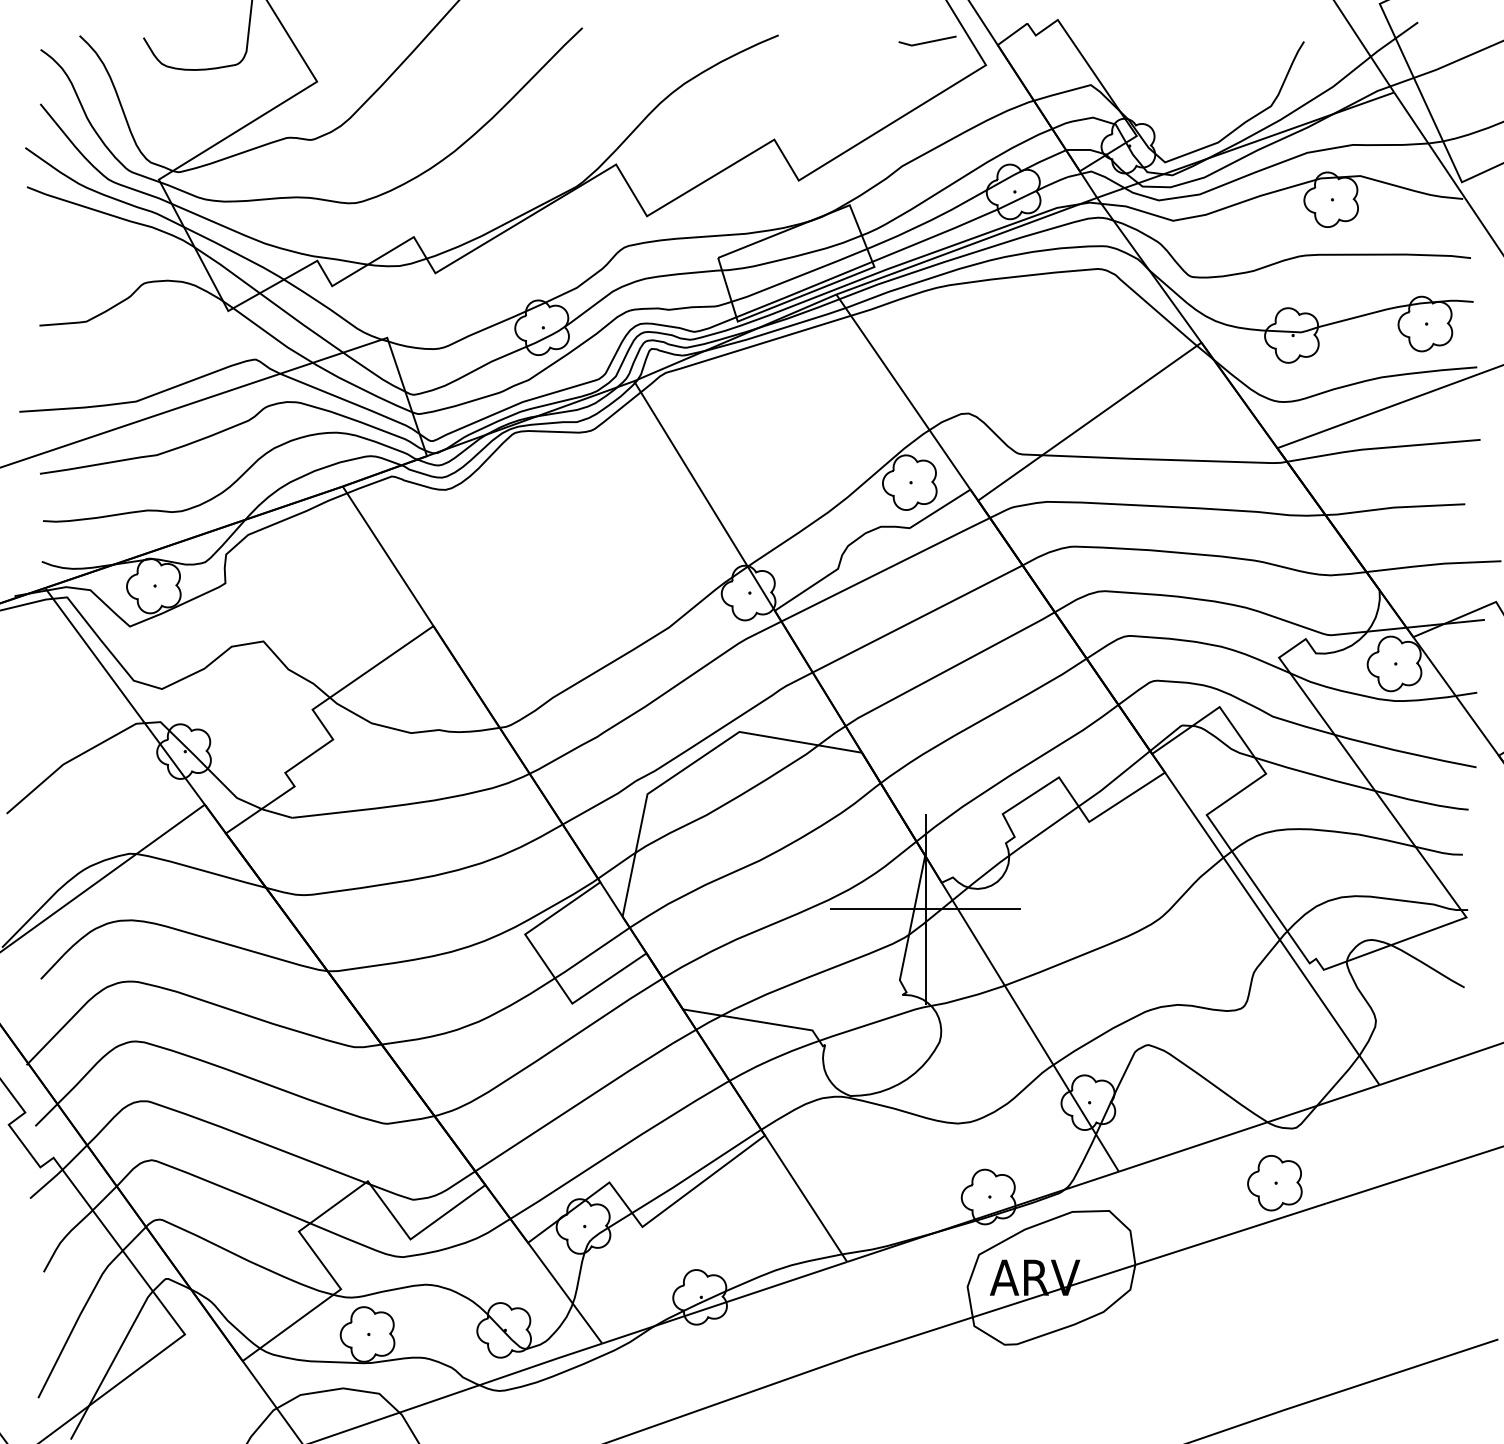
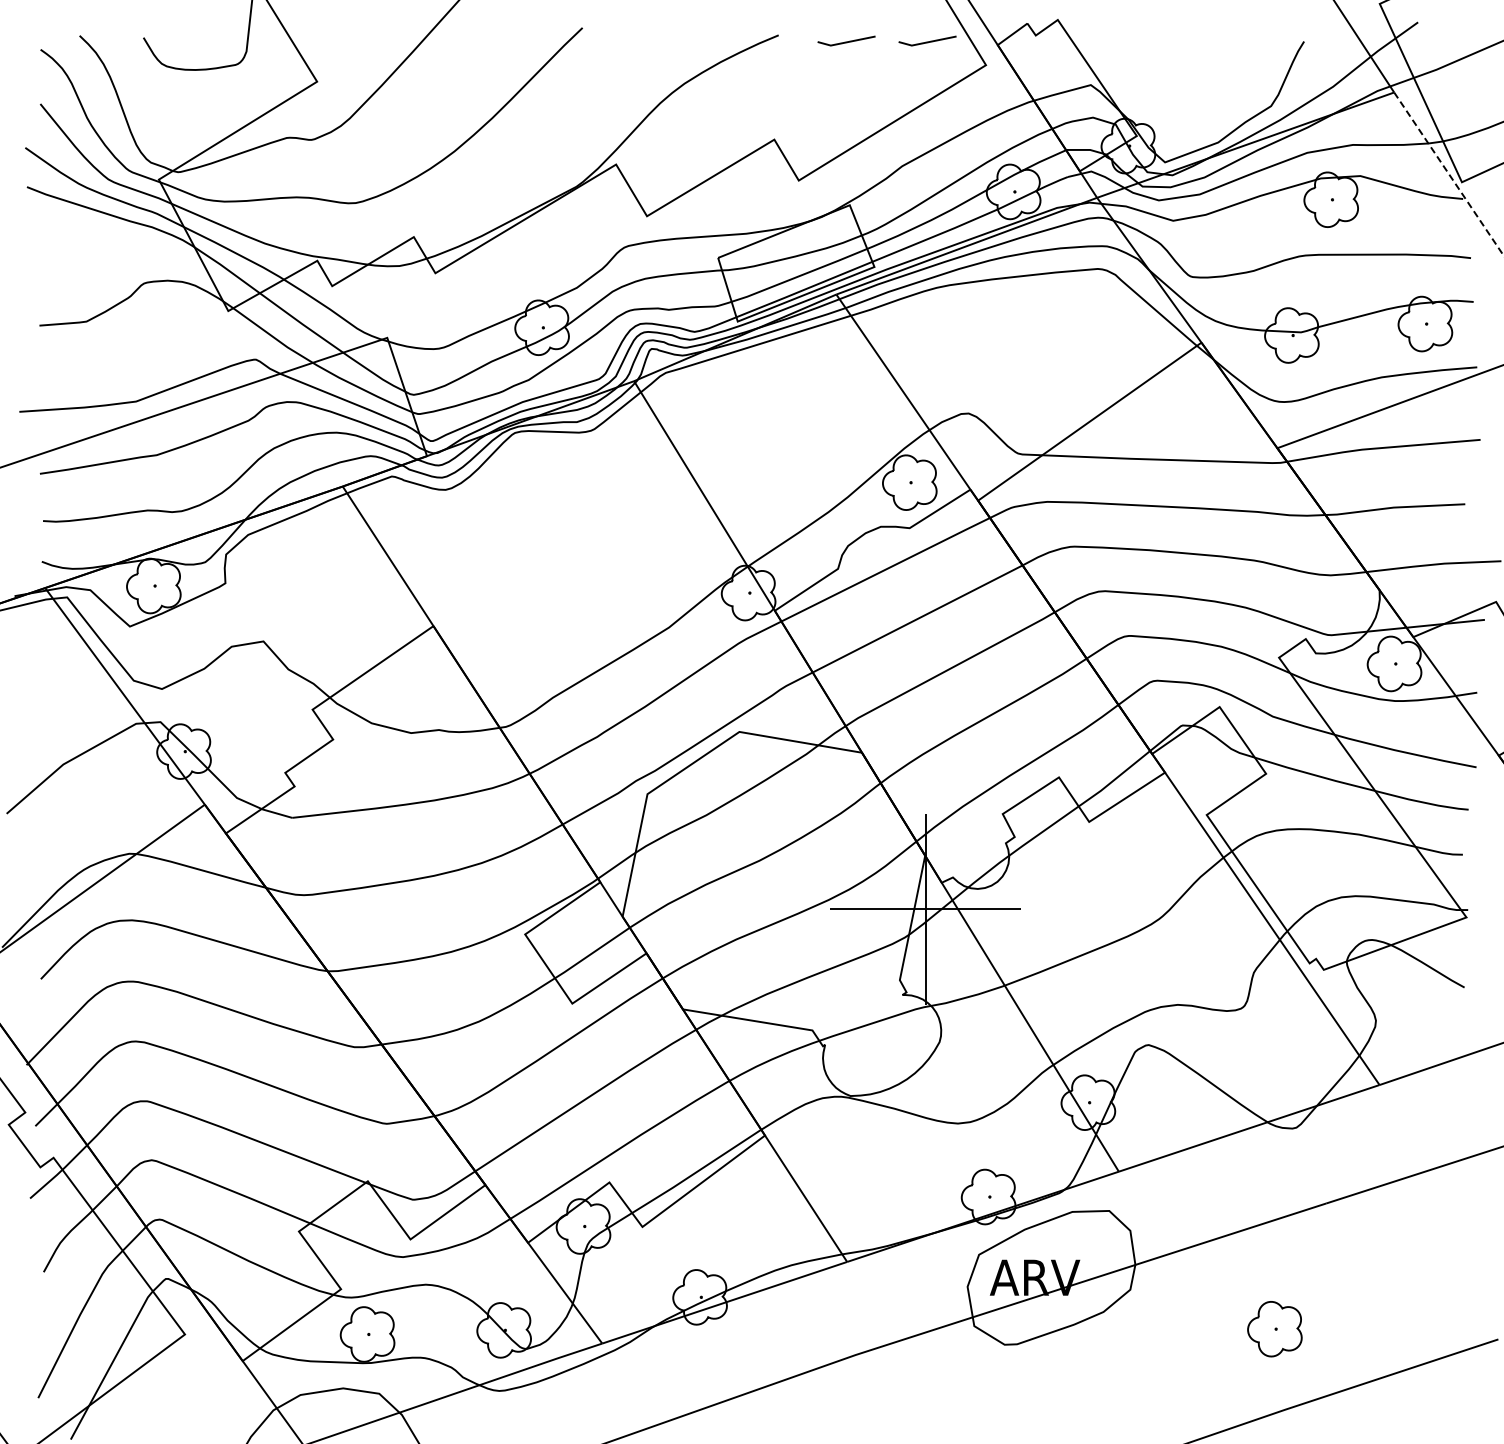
line at (846, 41): none -> present
line at (1449, 174): solid -> dashed
part at (1274, 1183) position: (1274, 1183) -> (1274, 1329)
